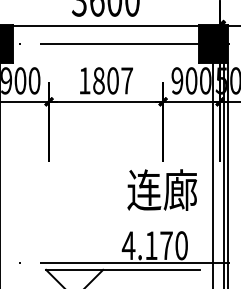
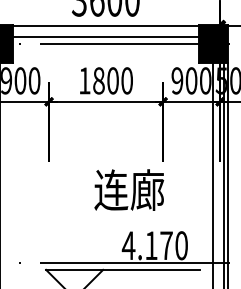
line at (105, 36): none -> present
text at (127, 80): 1807 -> 1800
text at (162, 189) position: (162, 189) -> (129, 189)
